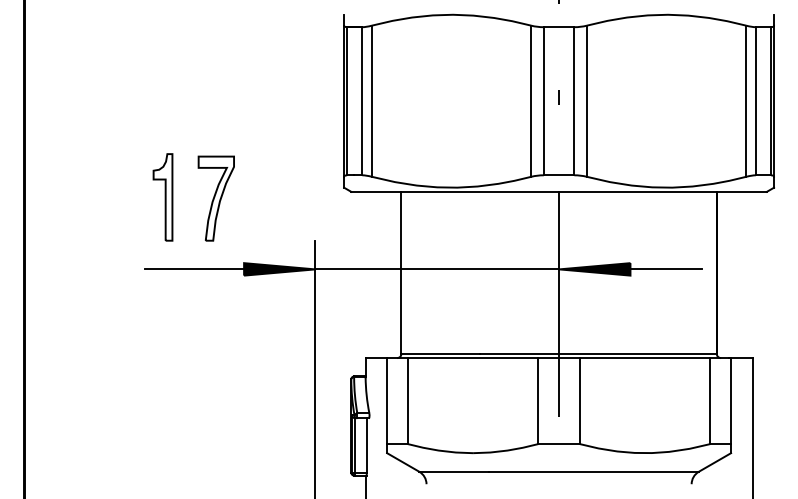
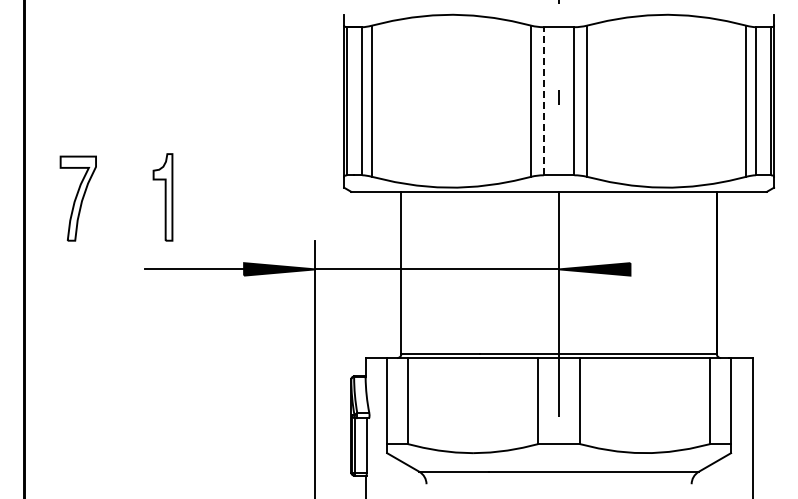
line at (543, 100): solid -> dashed
part at (215, 198) position: (215, 198) -> (77, 198)
line at (666, 269): present -> none
